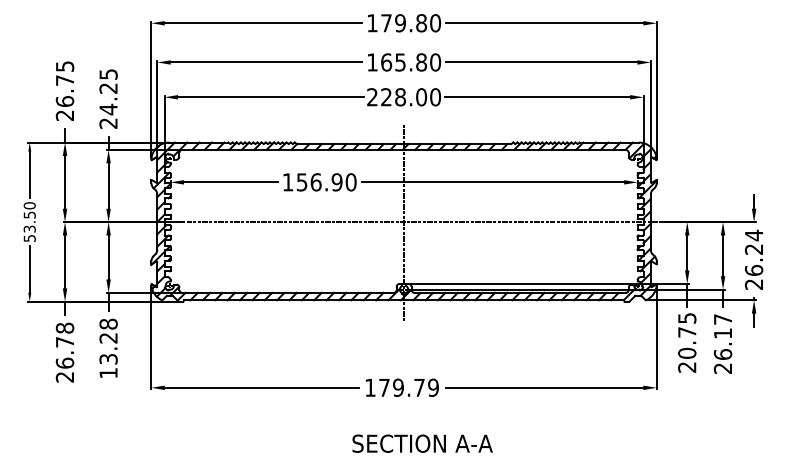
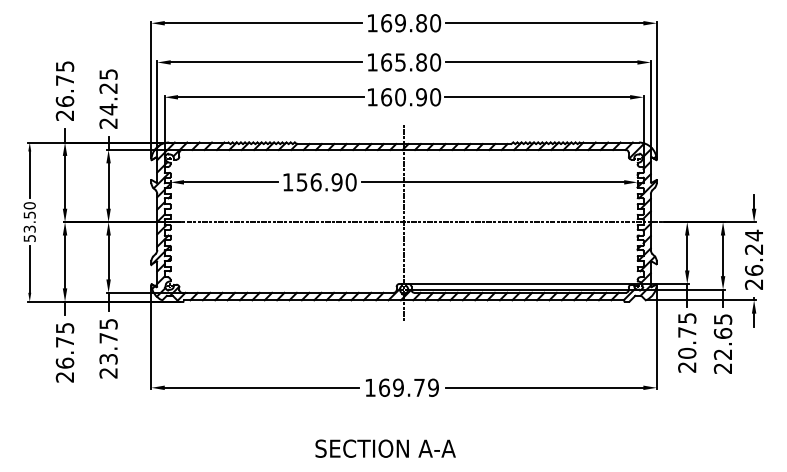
text at (386, 23): 179.80 -> 169.80
text at (397, 97): 228.00 -> 160.90
text at (64, 327): 26.78 -> 26.75
text at (722, 336): 26.17 -> 22.65
text at (108, 348): 13.28 -> 23.75
text at (384, 387): 179.79 -> 169.79
text at (422, 443) position: (422, 443) -> (385, 448)
